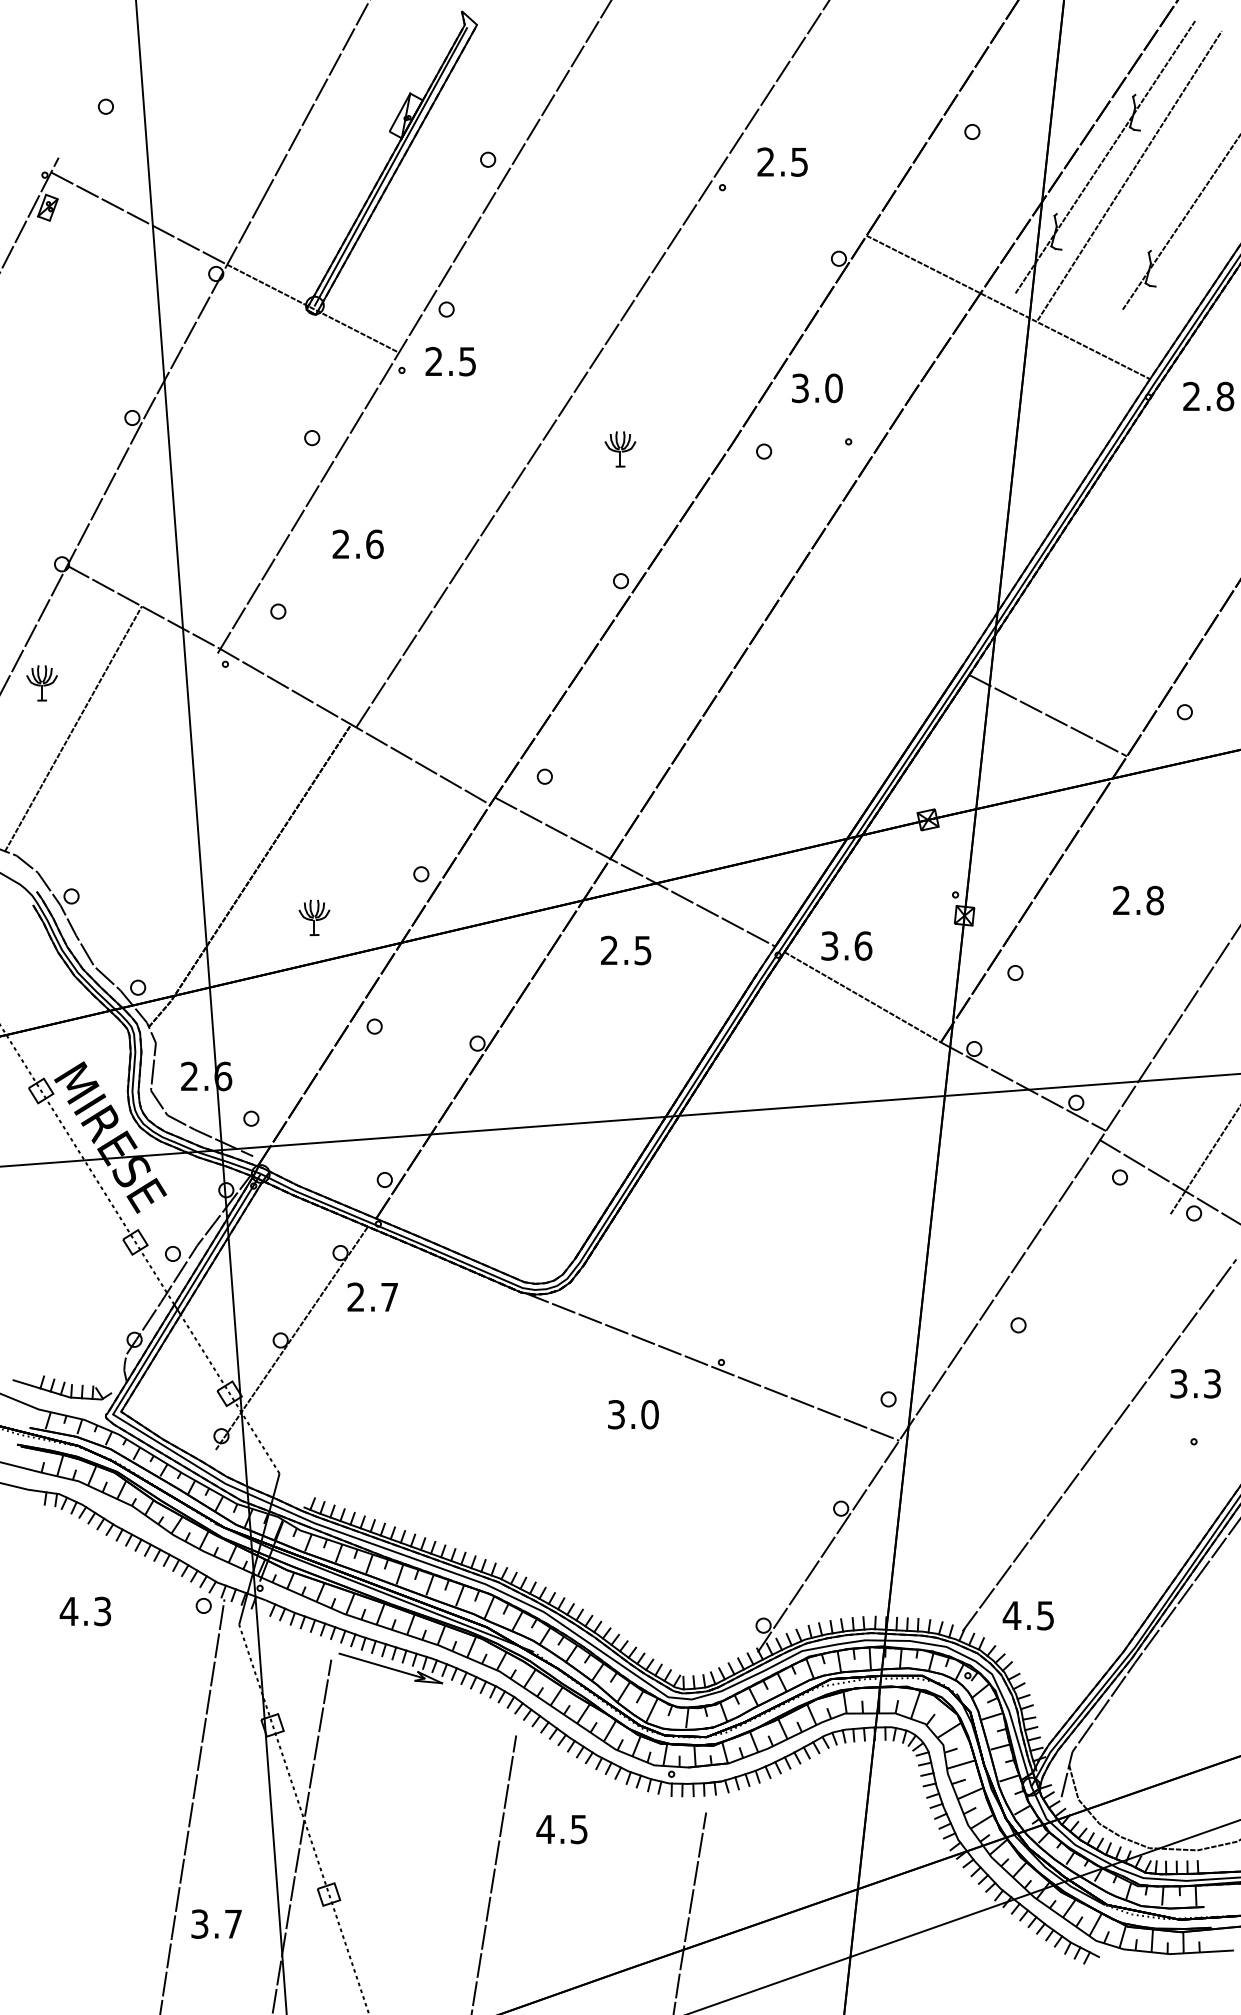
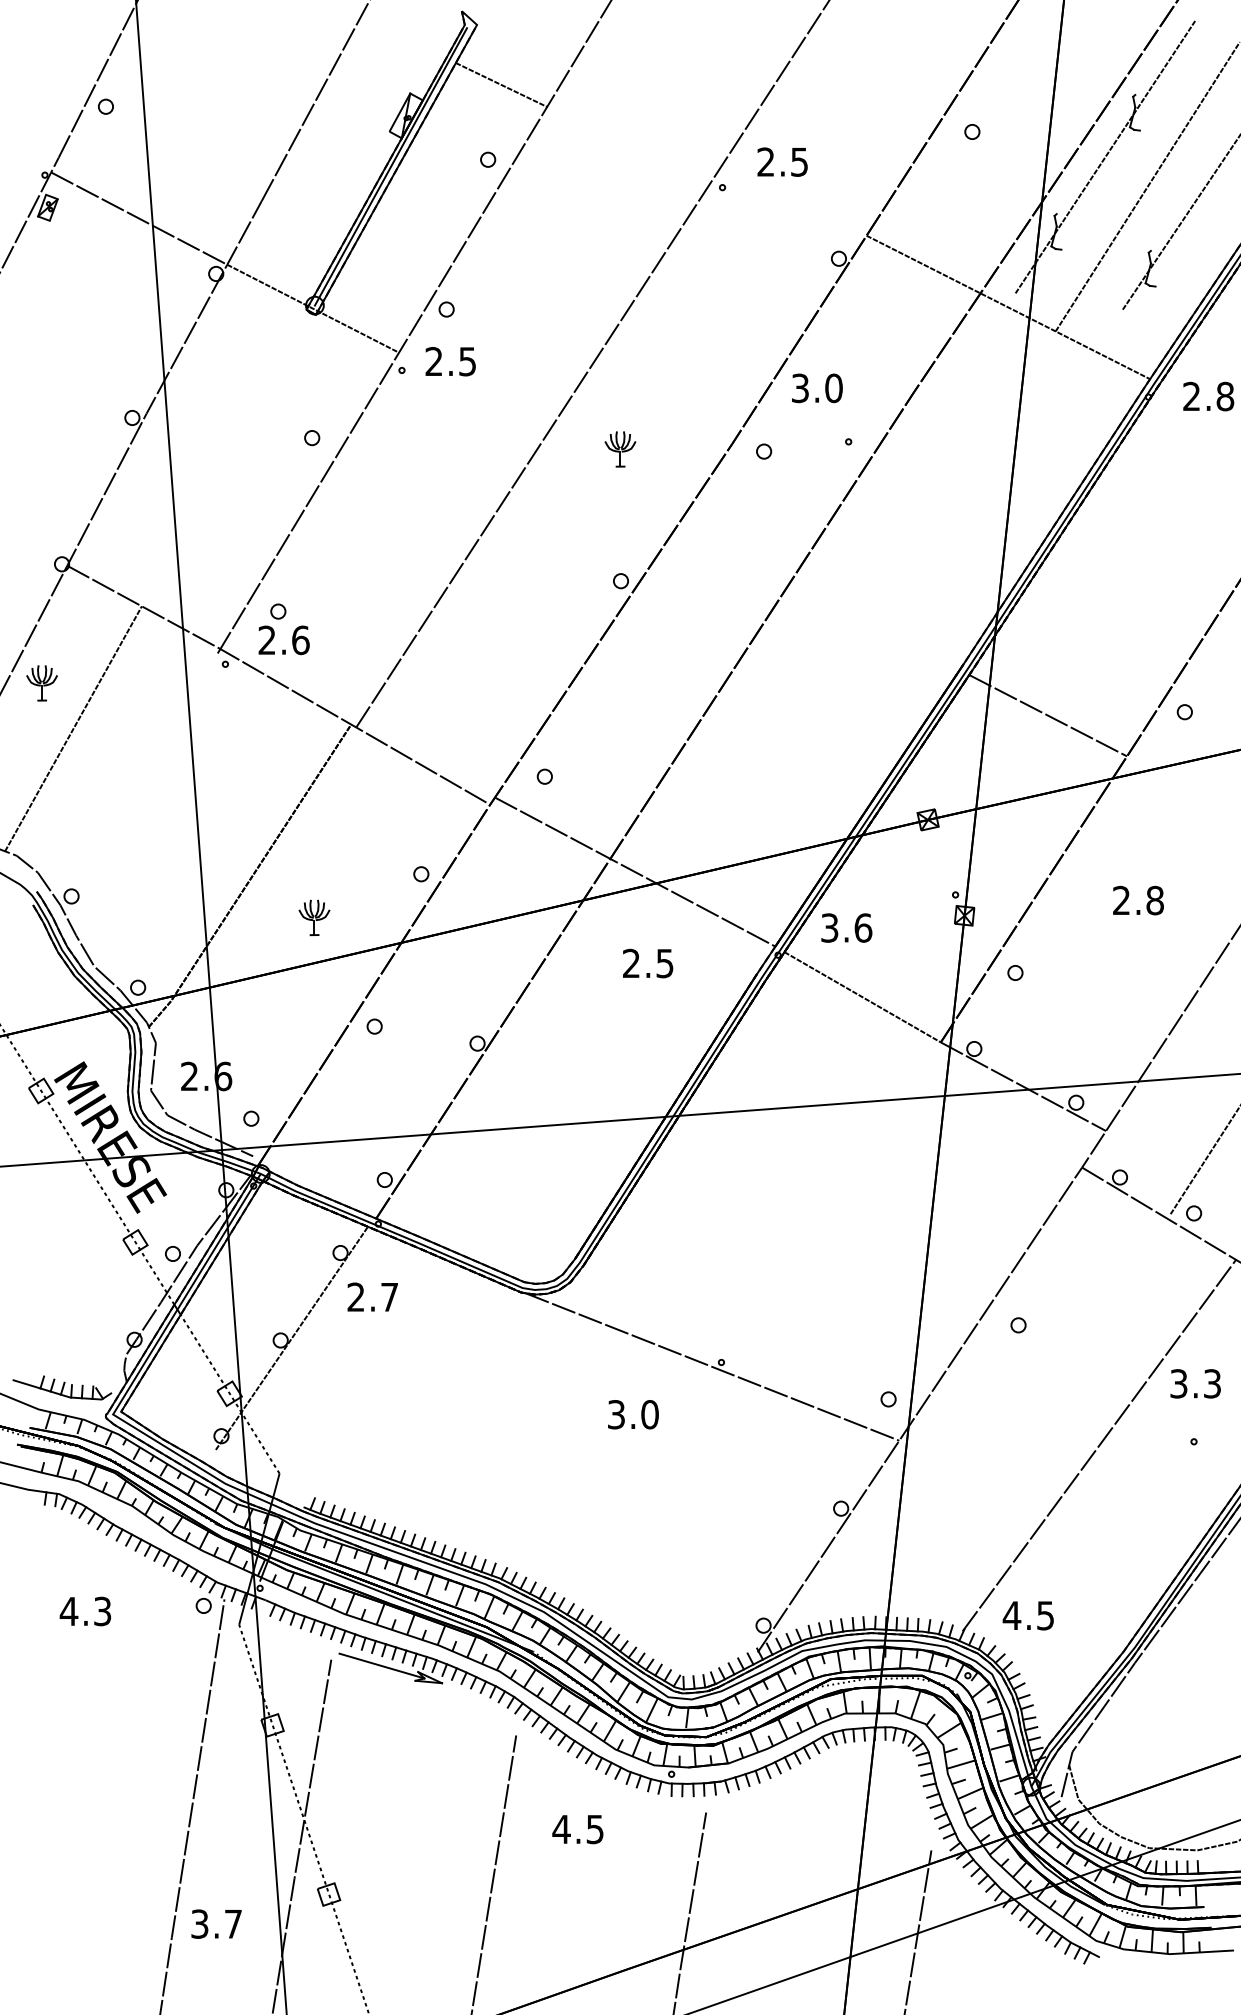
line at (97, 79): none -> present
line at (501, 84): none -> present
line at (1129, 175) position: (1129, 175) -> (1146, 188)
text at (357, 544) position: (357, 544) -> (283, 640)
text at (846, 945) position: (846, 945) -> (846, 927)
text at (626, 950) position: (626, 950) -> (648, 963)
line at (1168, 1180) position: (1168, 1180) -> (1159, 1213)
text at (561, 1829) position: (561, 1829) -> (577, 1829)
line at (918, 1930): none -> present
